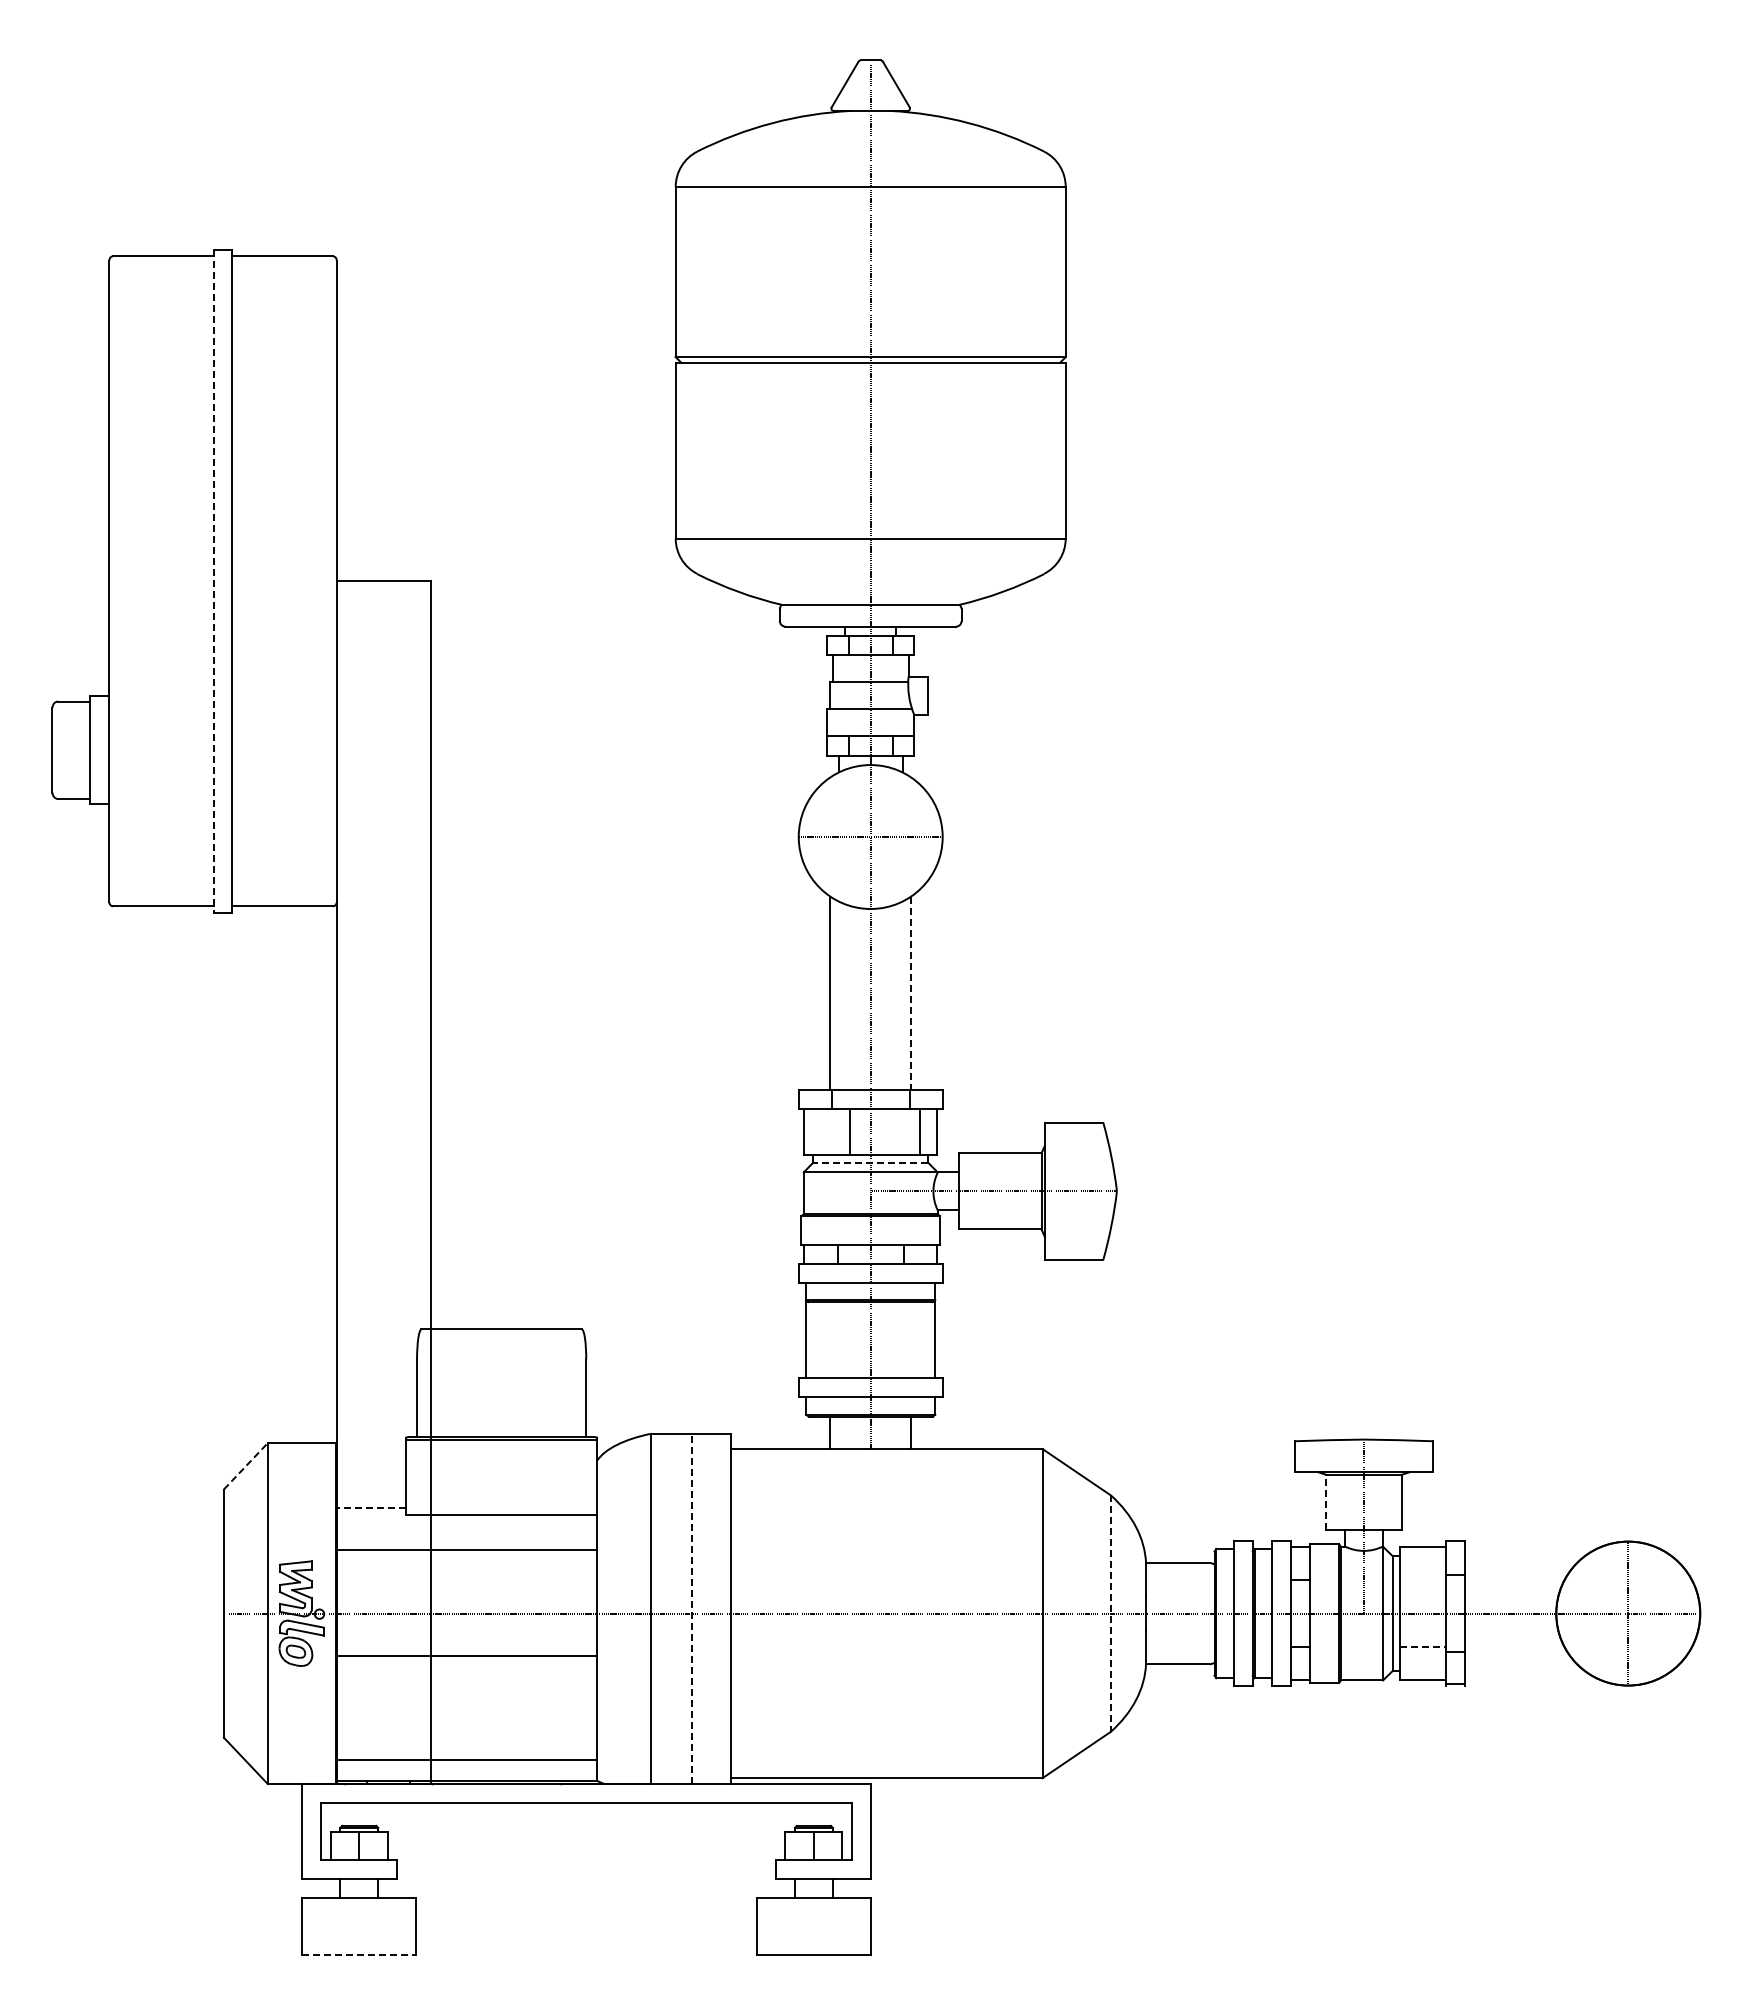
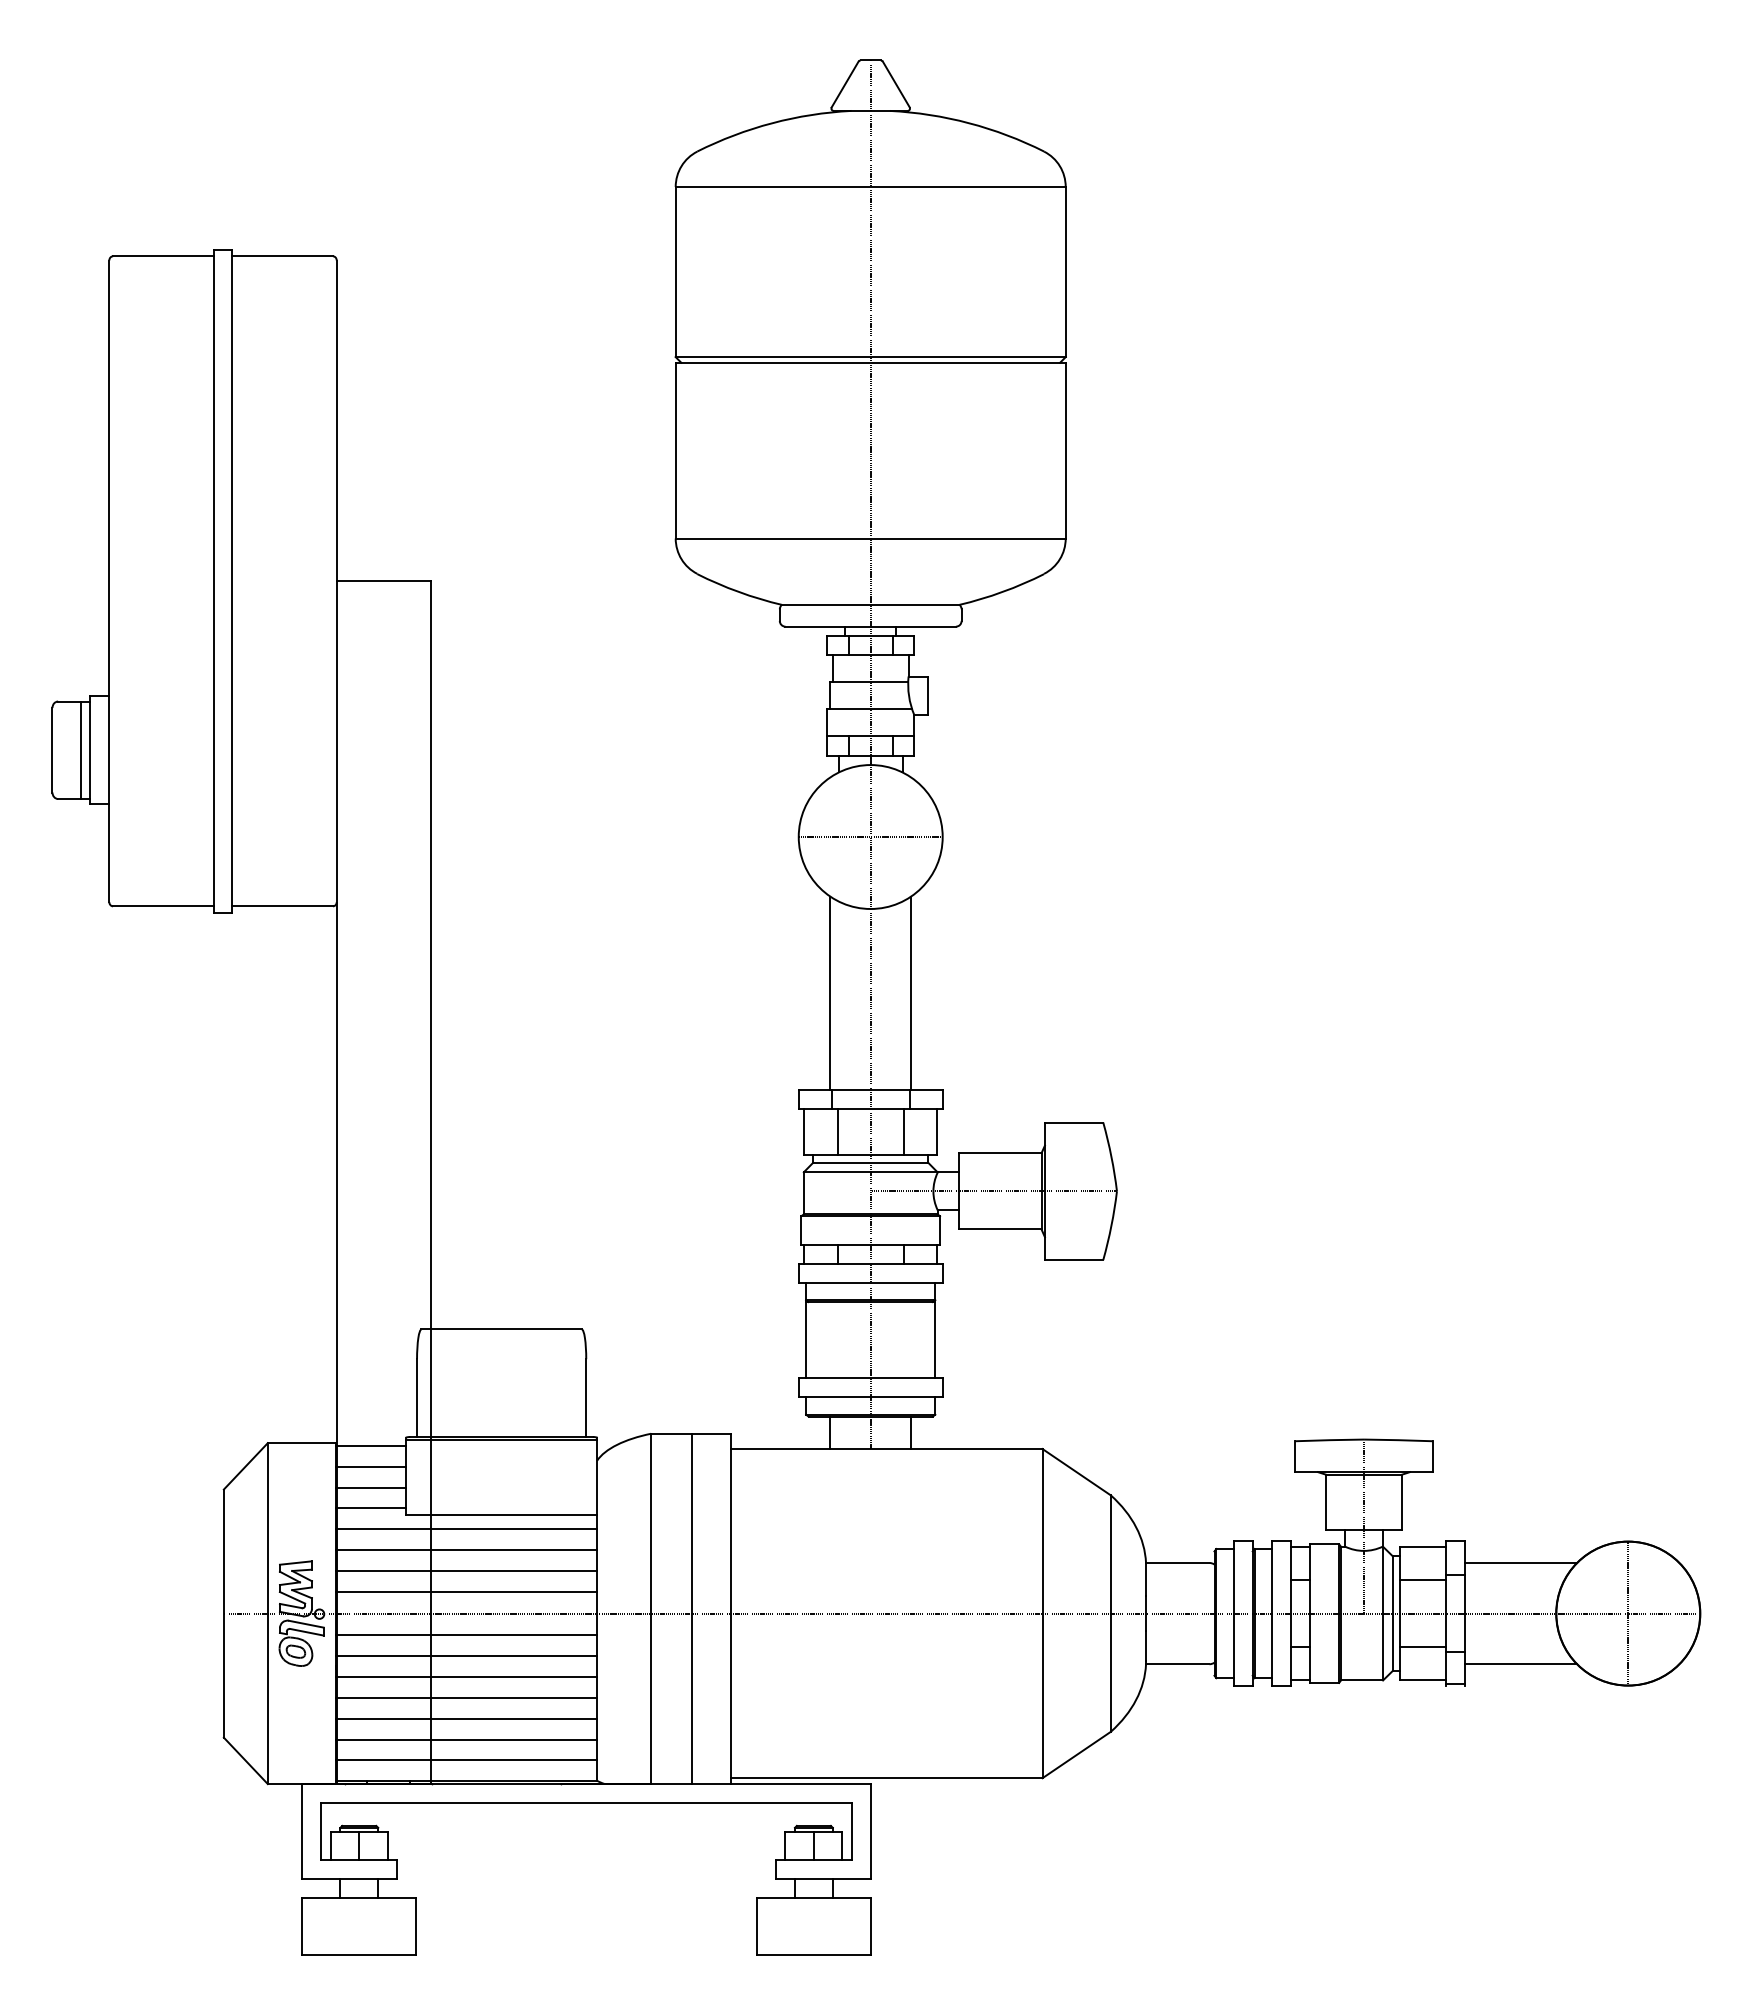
line at (213, 581): dashed -> solid
line at (80, 750): none -> present
line at (911, 993): dashed -> solid
line at (849, 1132) position: (849, 1132) -> (837, 1132)
line at (919, 1132) position: (919, 1132) -> (903, 1132)
line at (870, 1162): dashed -> solid
line at (370, 1446): none -> present
line at (245, 1466): dashed -> solid
line at (370, 1467): none -> present
line at (370, 1487): none -> present
line at (1325, 1502): dashed -> solid
line at (370, 1508): dashed -> solid
line at (466, 1528): none -> present
line at (1521, 1562): none -> present
line at (466, 1571): none -> present
line at (1423, 1580): none -> present
line at (466, 1592): none -> present
line at (691, 1608): dashed -> solid
line at (1110, 1614): dashed -> solid
line at (466, 1634): none -> present
line at (1423, 1646): dashed -> solid
line at (1521, 1664): none -> present
line at (466, 1677): none -> present
line at (466, 1698): none -> present
line at (466, 1718): none -> present
line at (466, 1739): none -> present
line at (359, 1954): dashed -> solid
